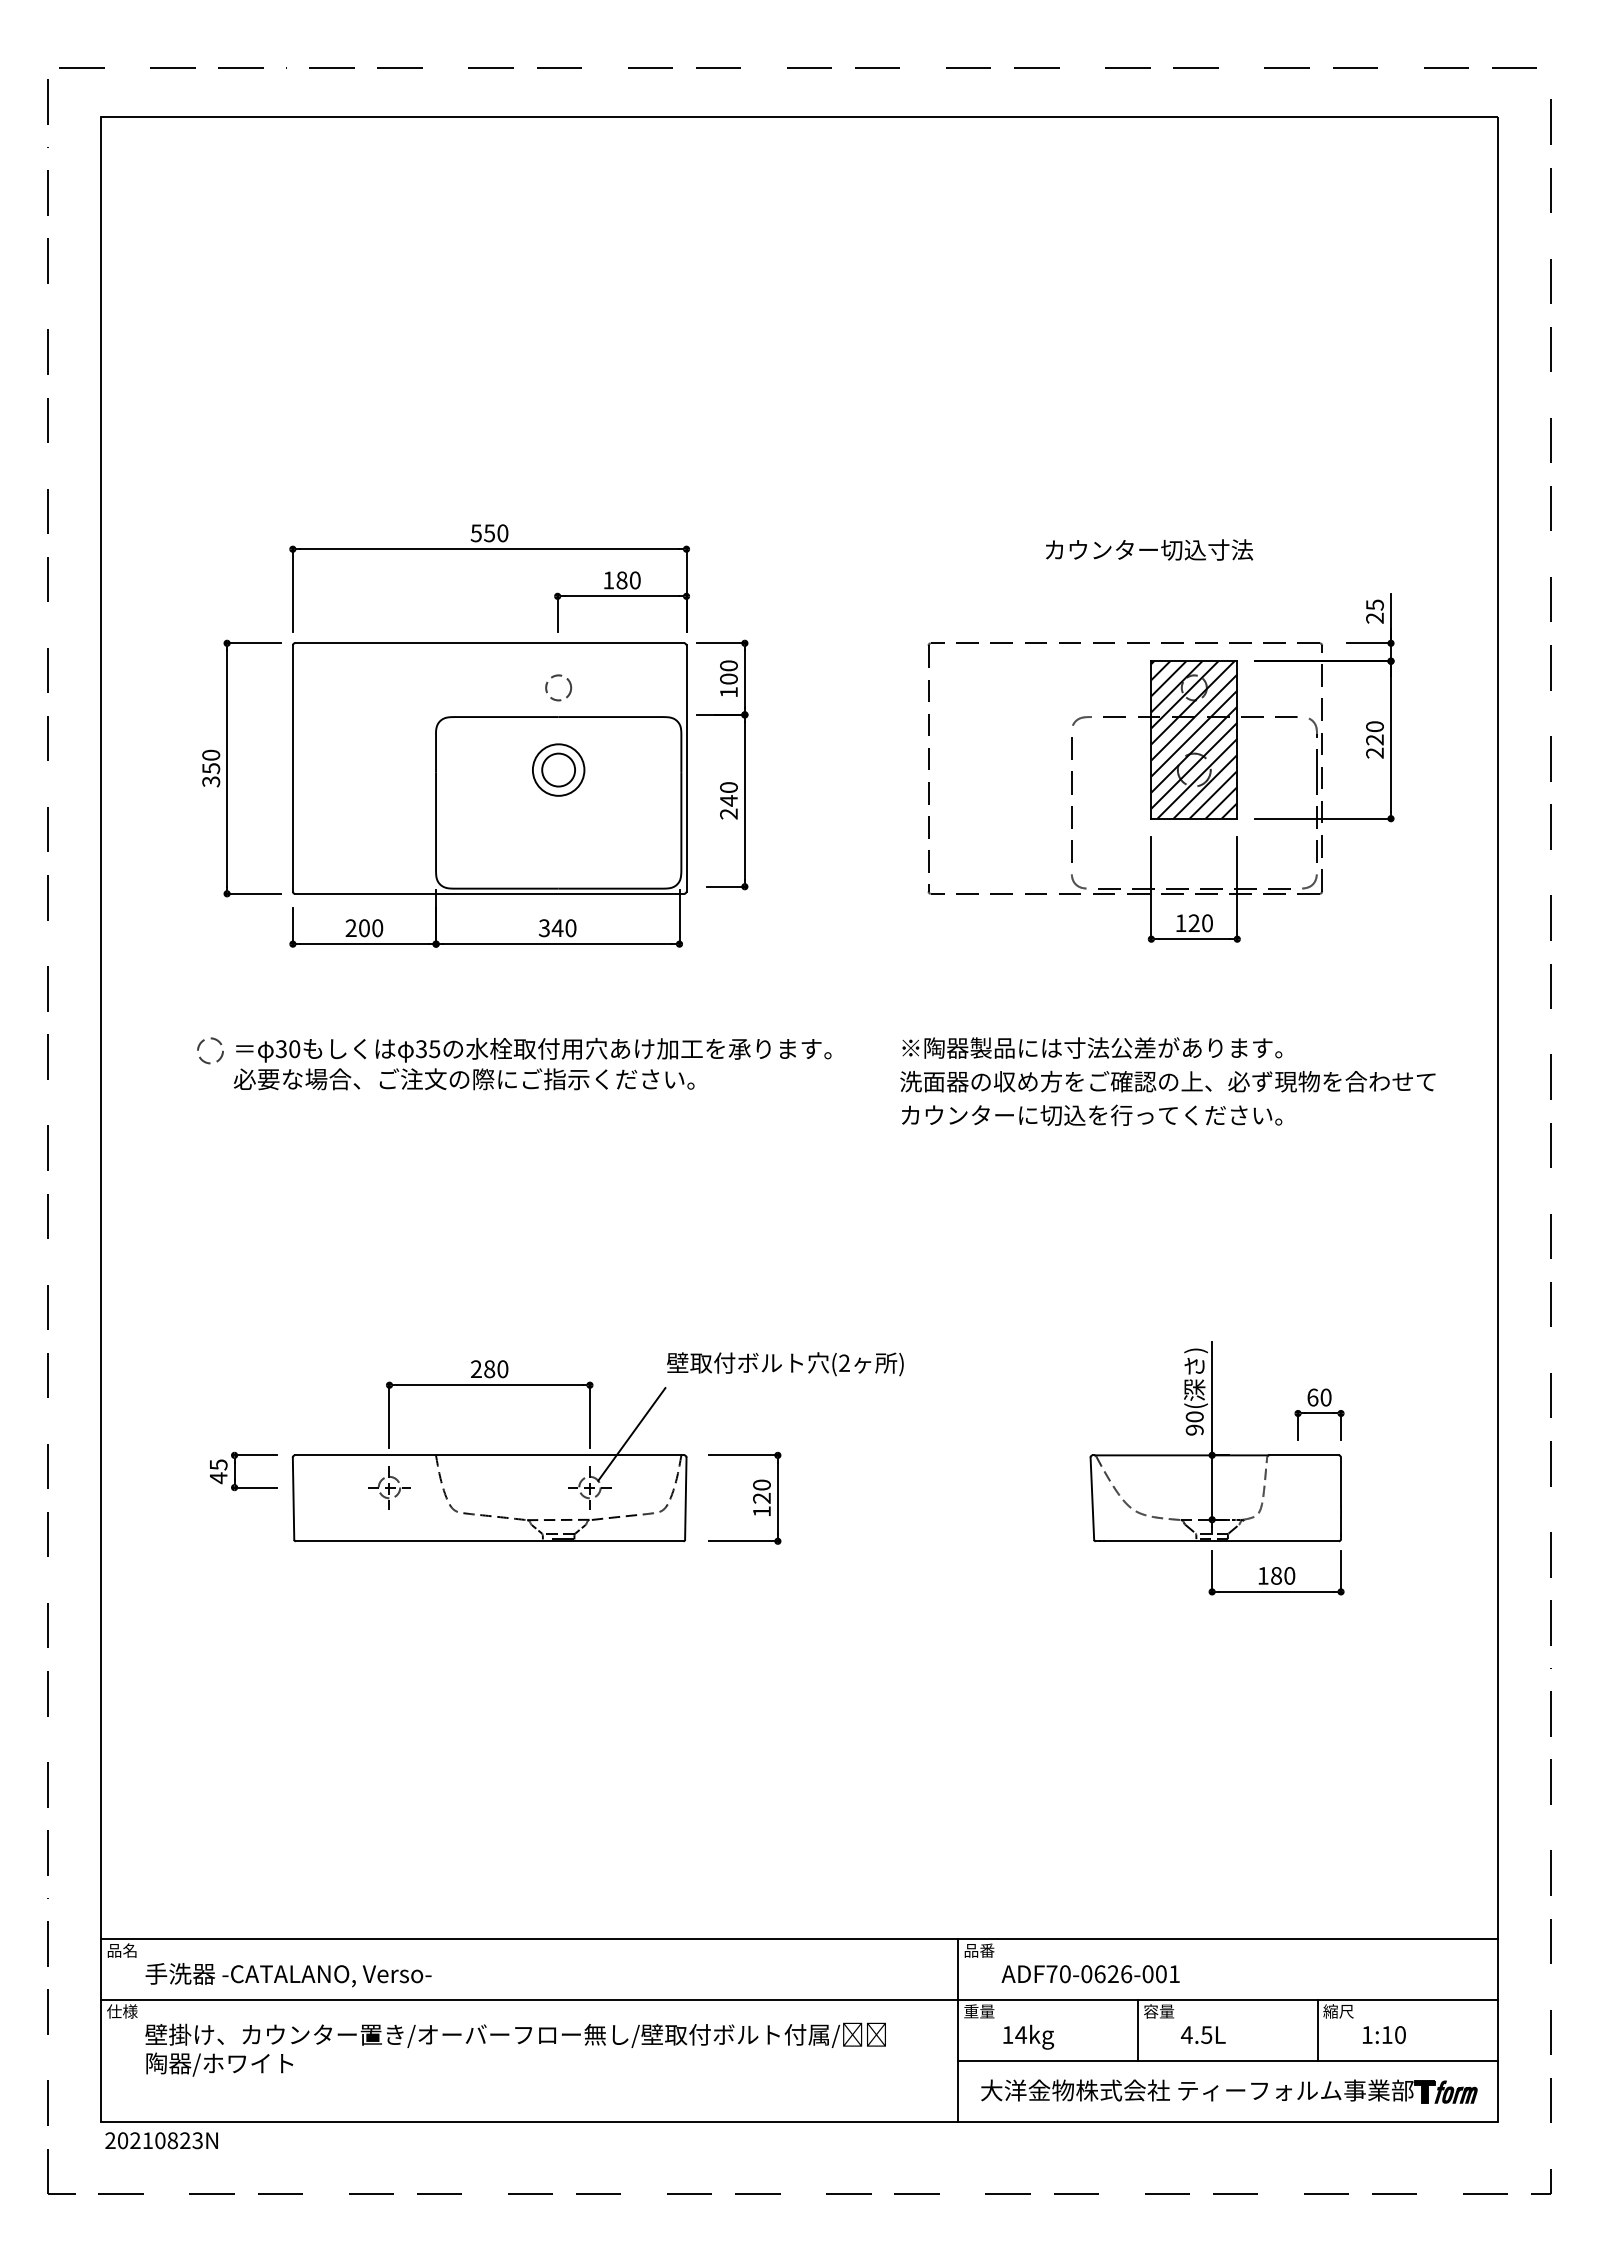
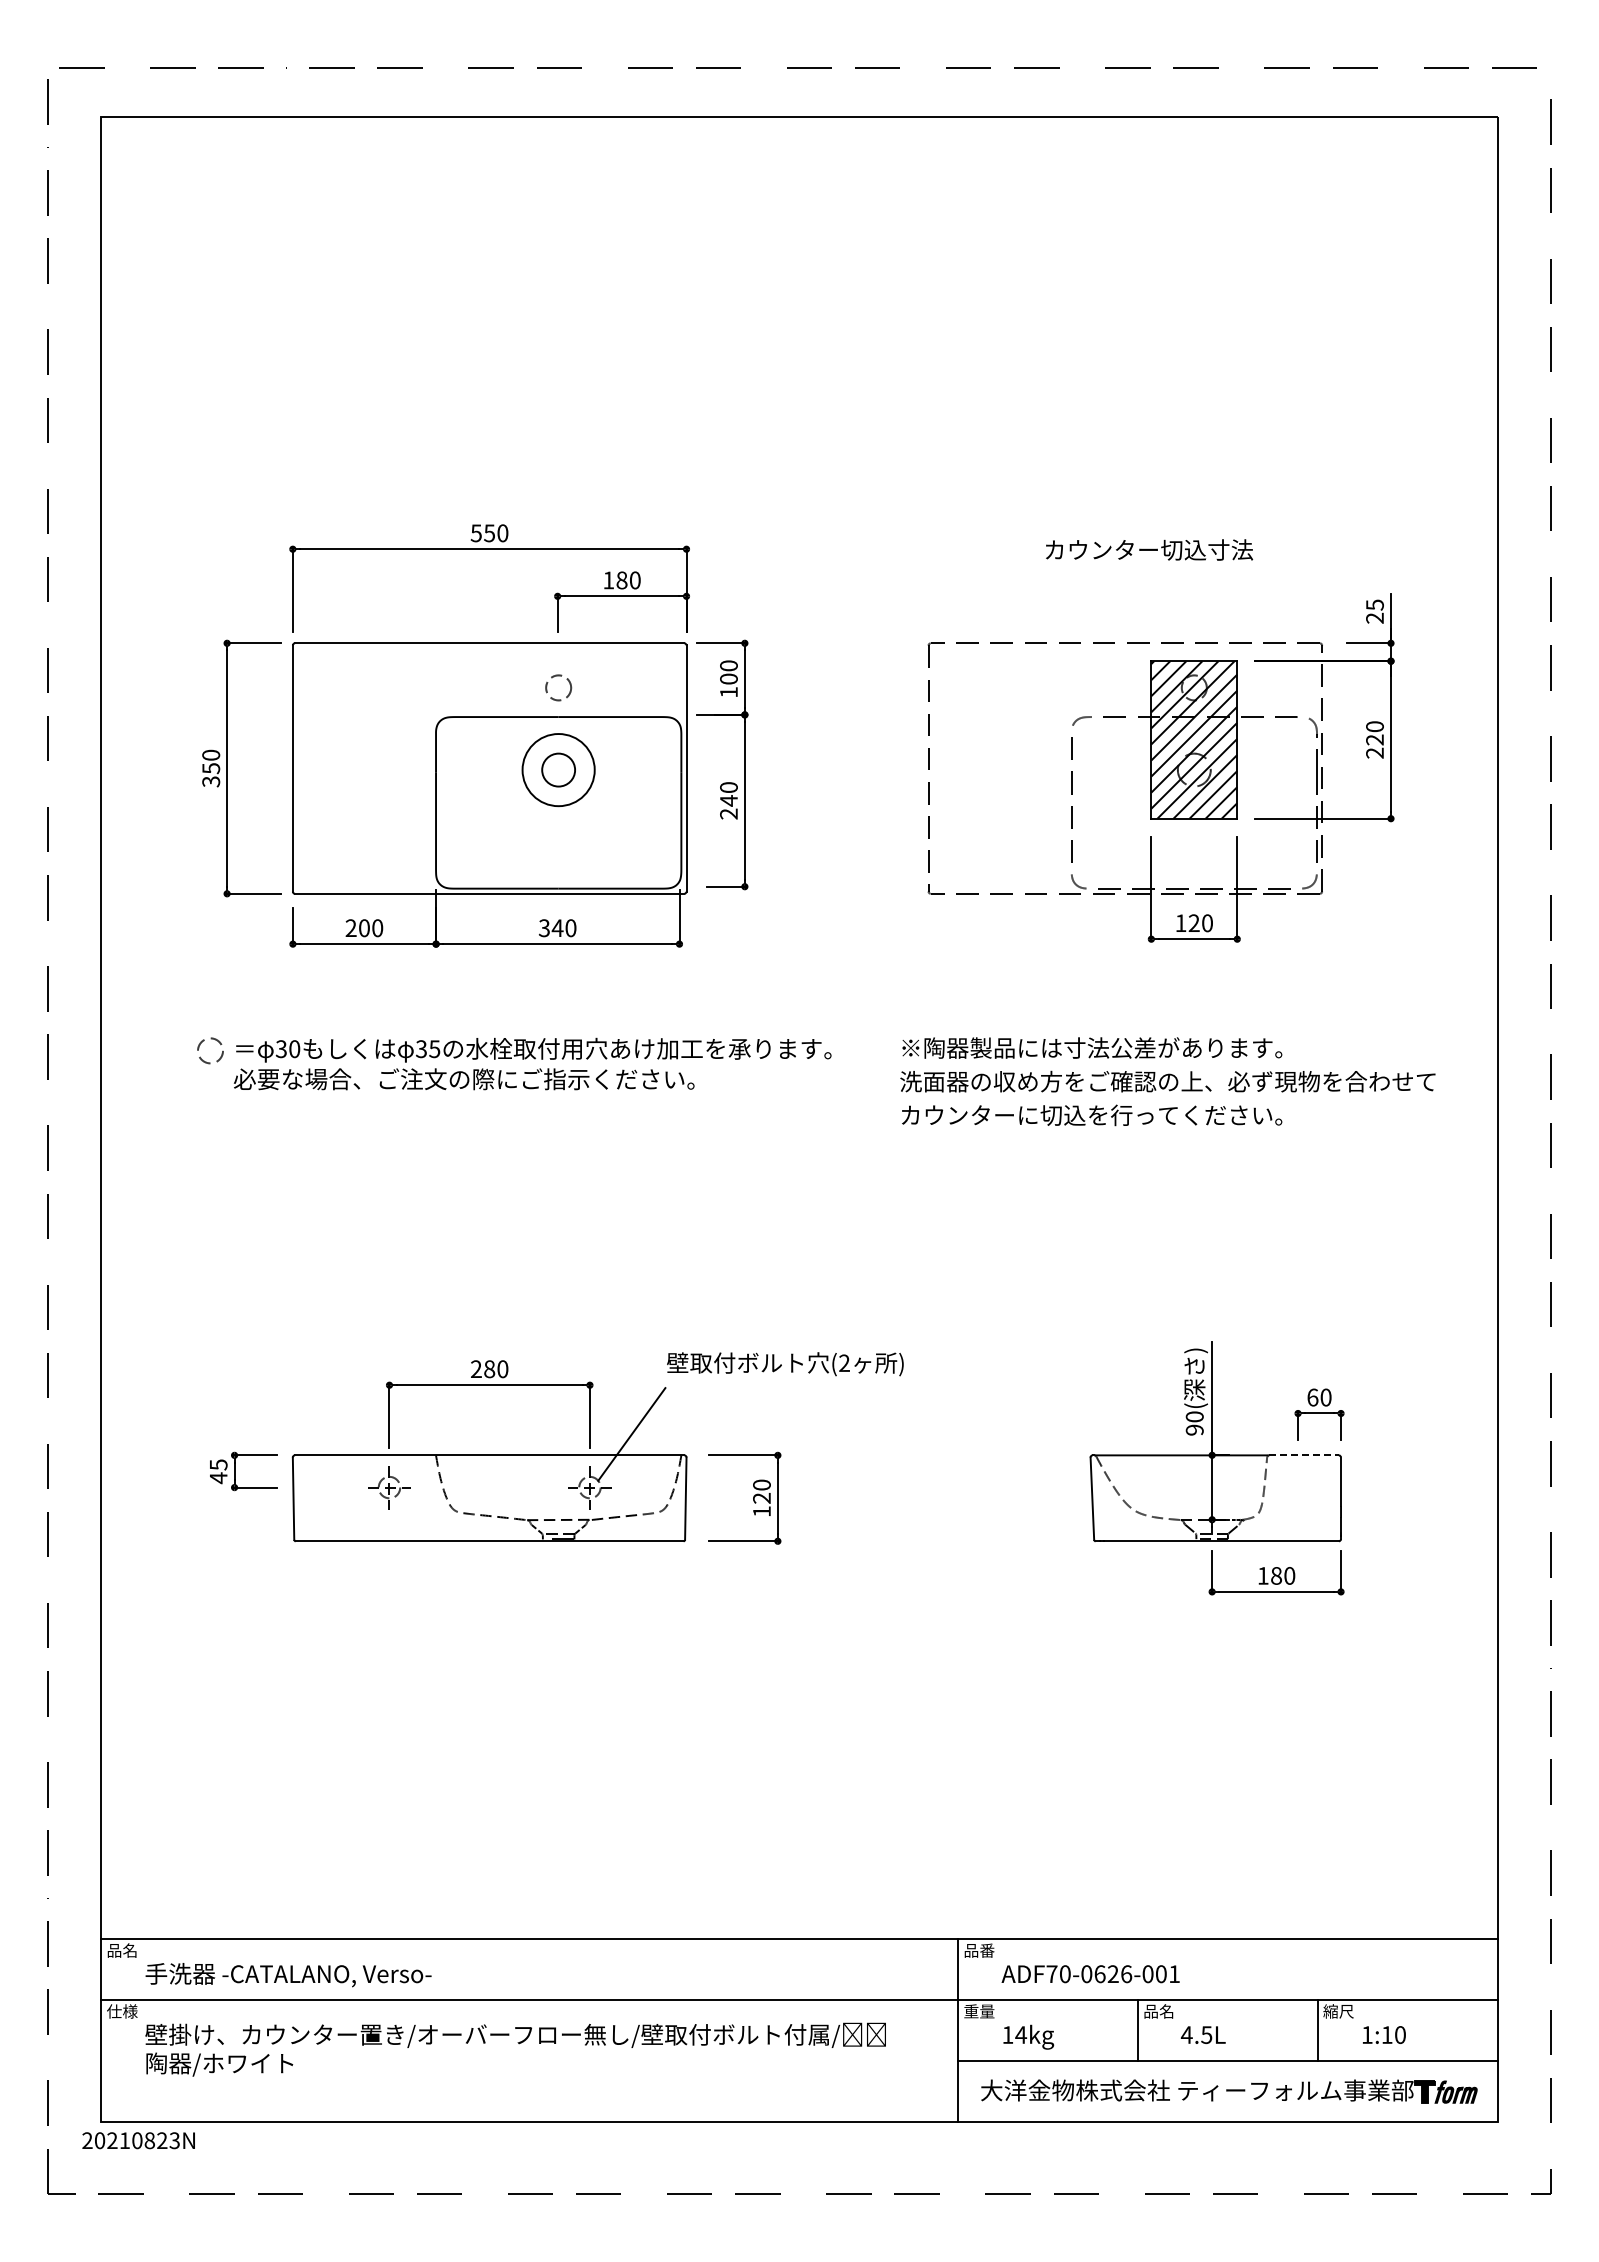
circle at (558, 769) diameter: 52 px -> 72 px
line at (1304, 1455): solid -> dashed
text at (1159, 2011): 容量 -> 品名
text at (161, 2140) position: (161, 2140) -> (138, 2140)
